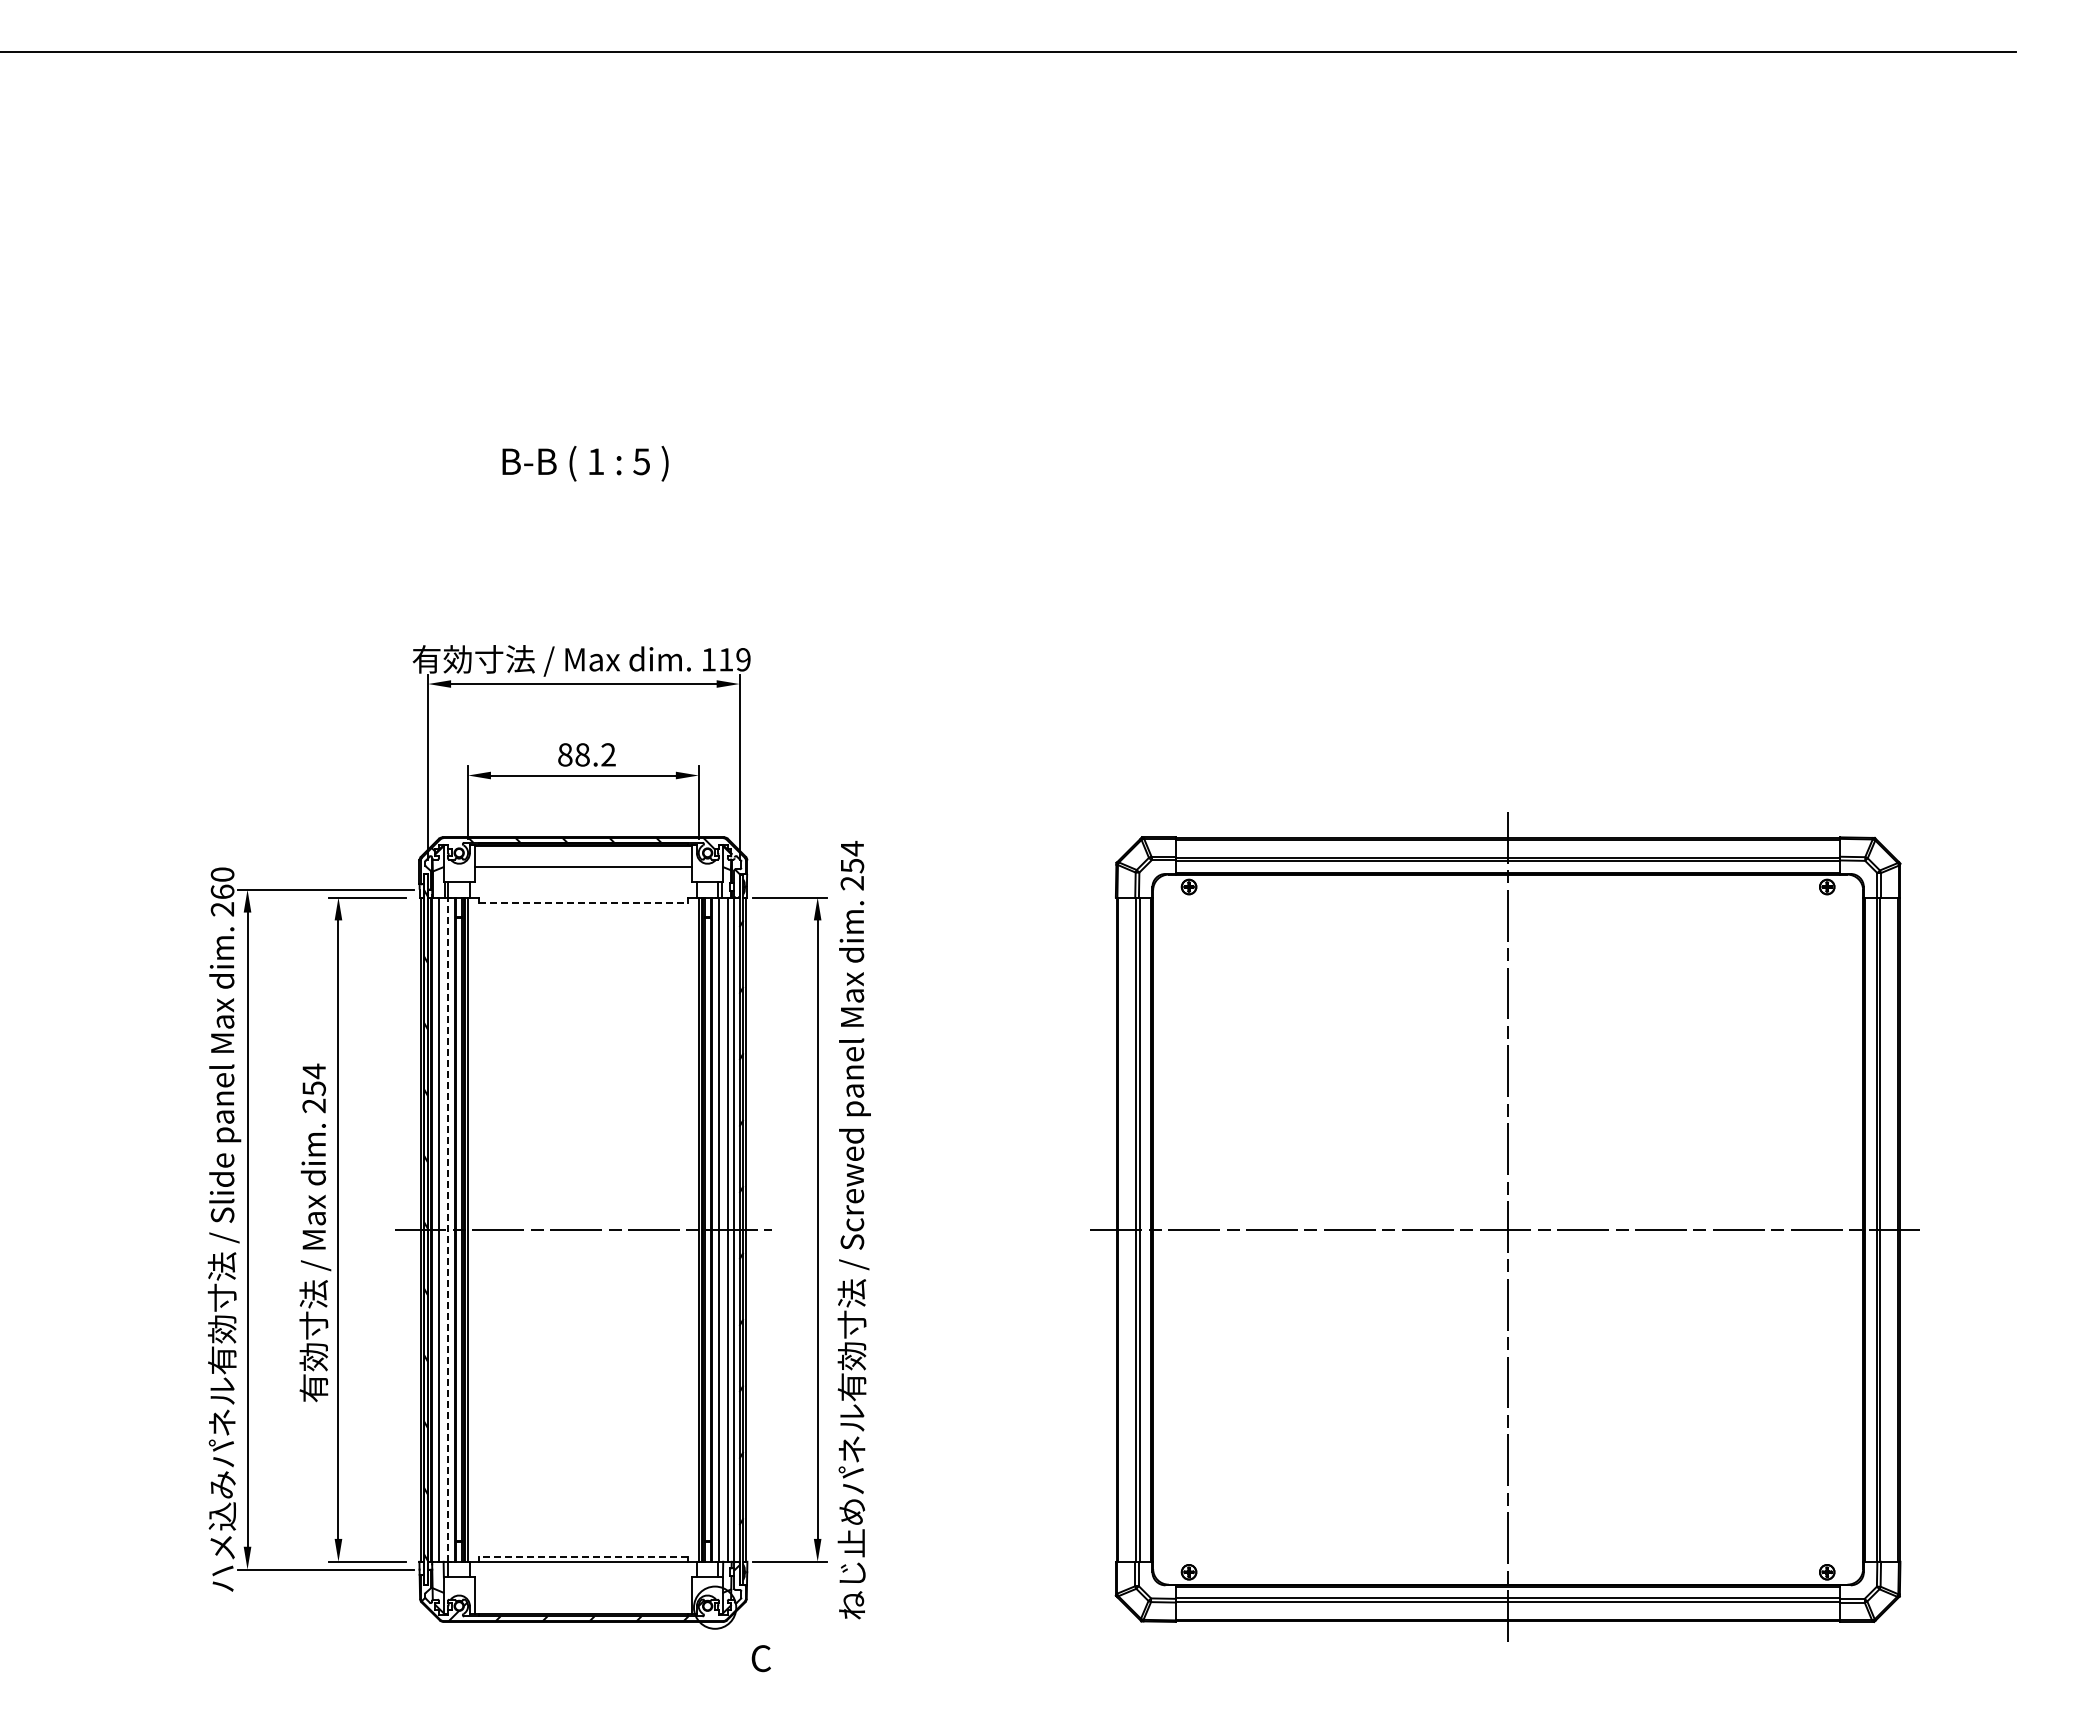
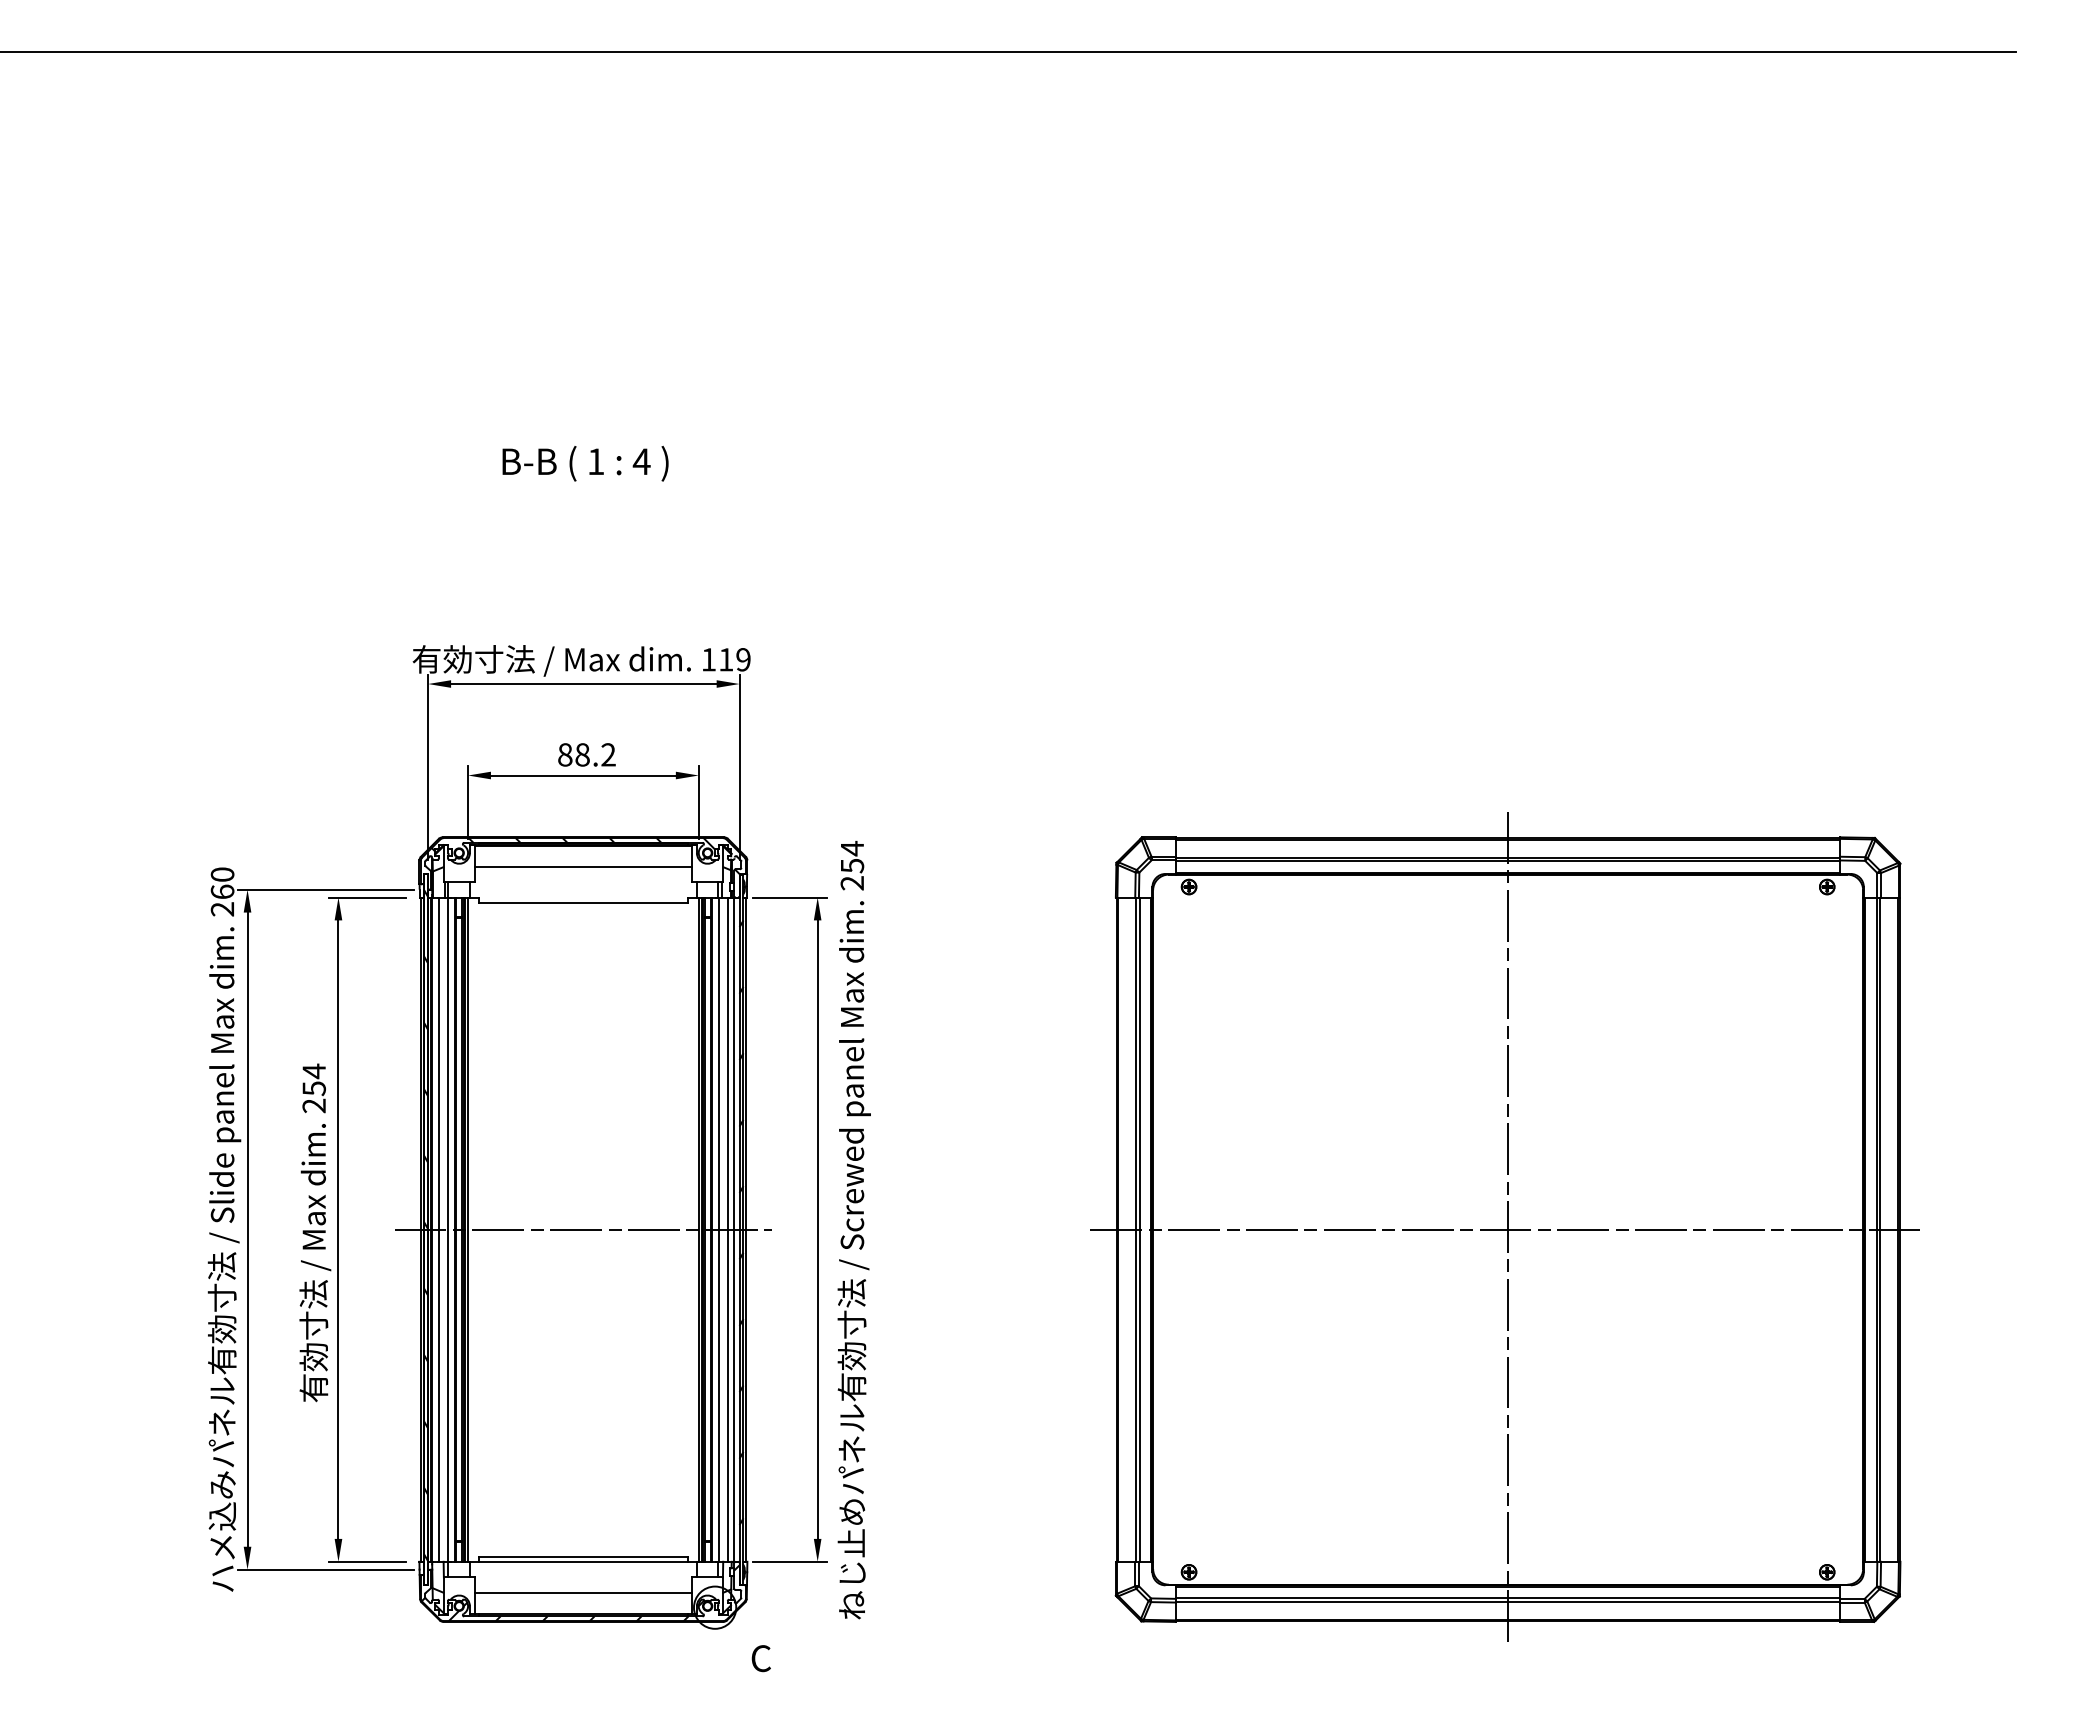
text at (641, 461): 5 -> 4
line at (583, 902): dashed -> solid
line at (447, 1229): dashed -> solid
line at (583, 1556): dashed -> solid
line at (582, 1593): none -> present
